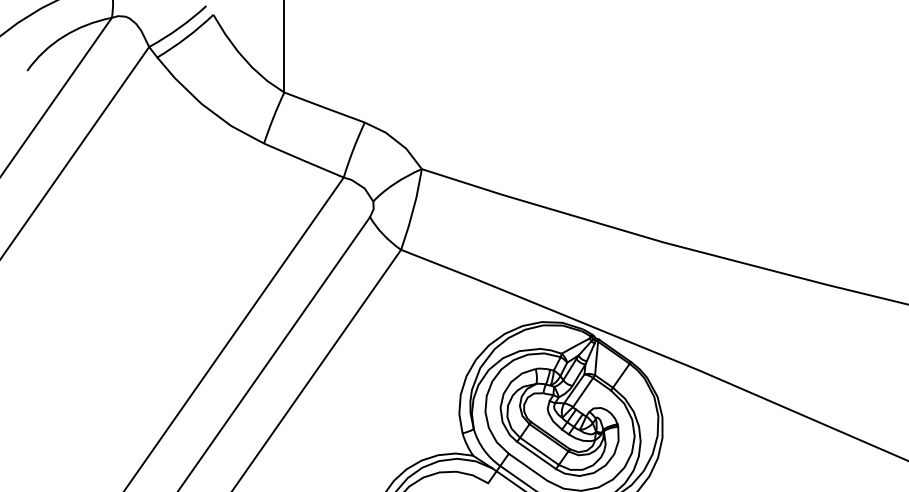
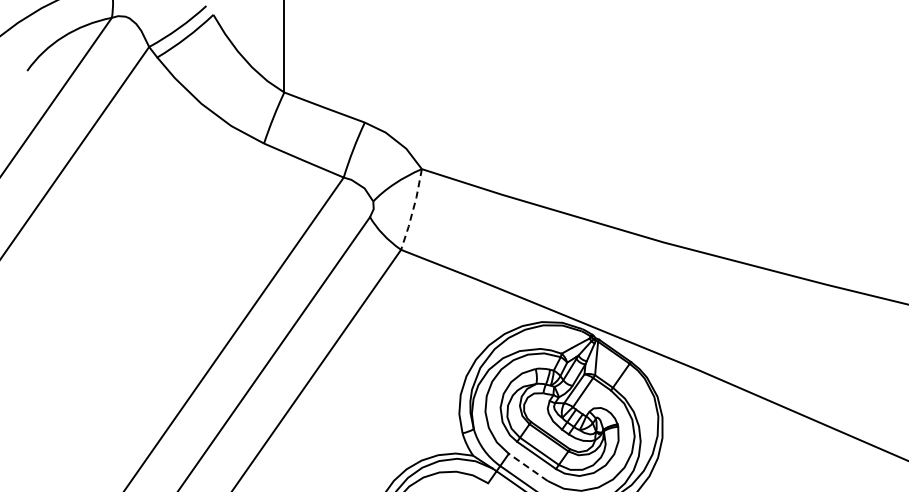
line at (413, 209): solid -> dashed
line at (528, 467): solid -> dashed
